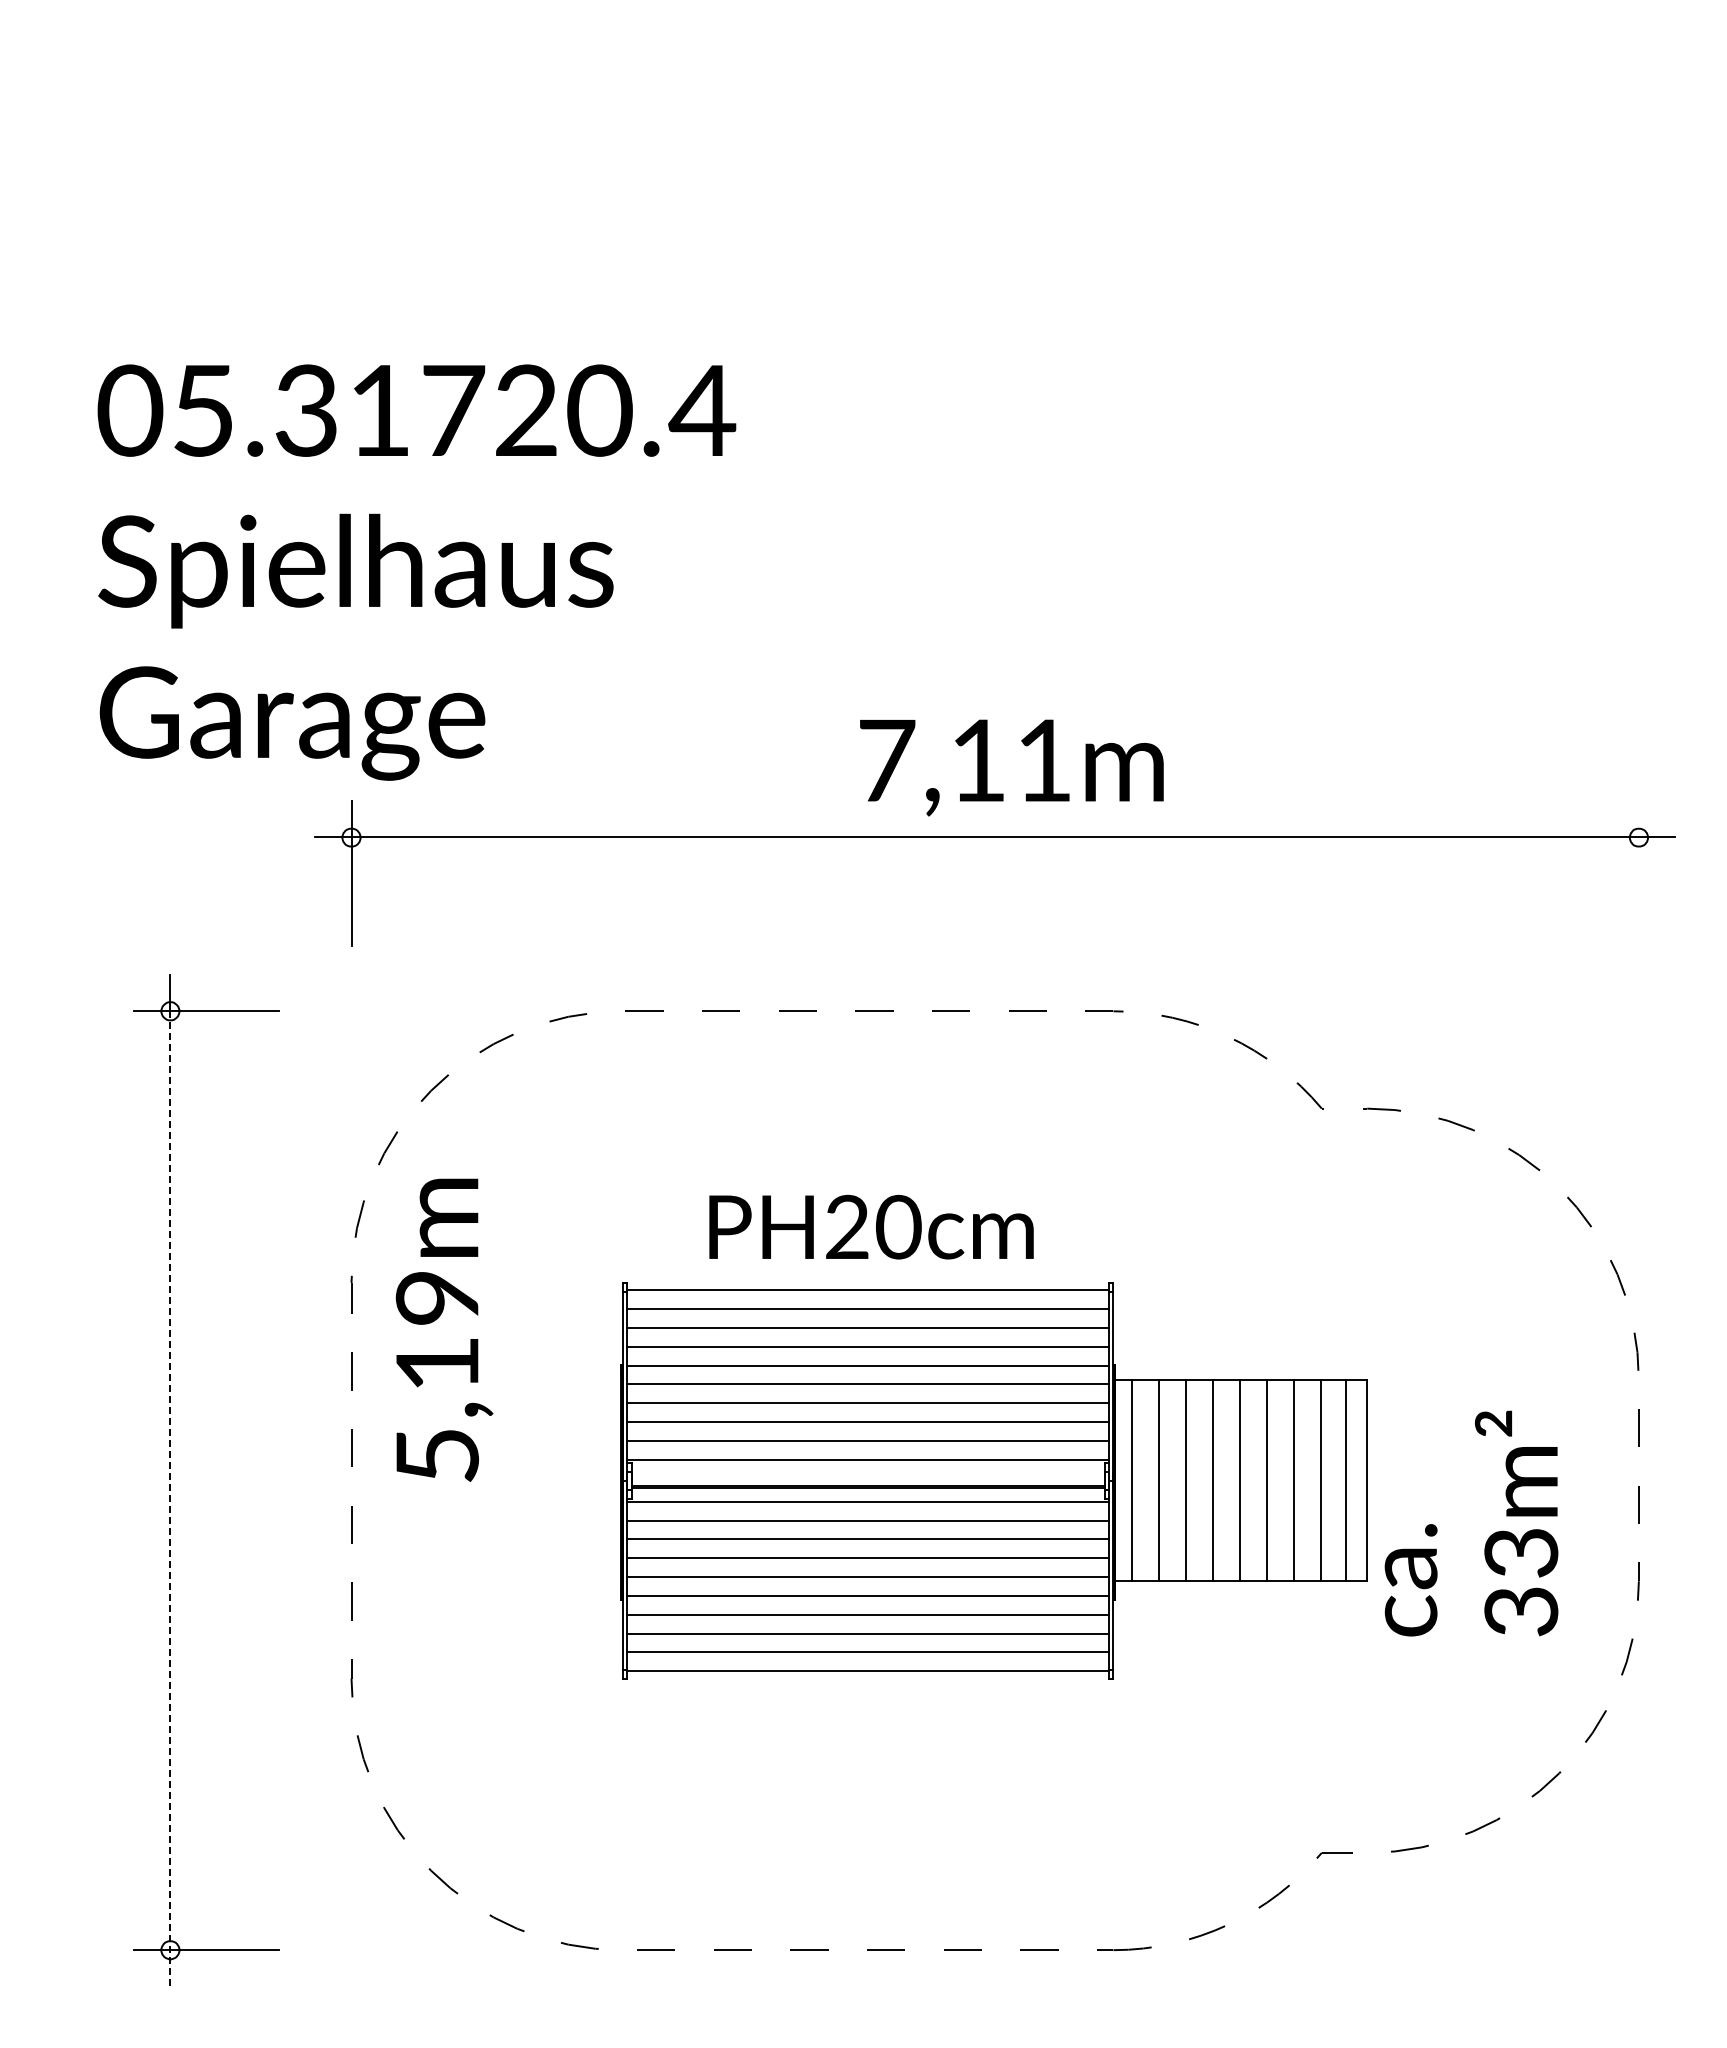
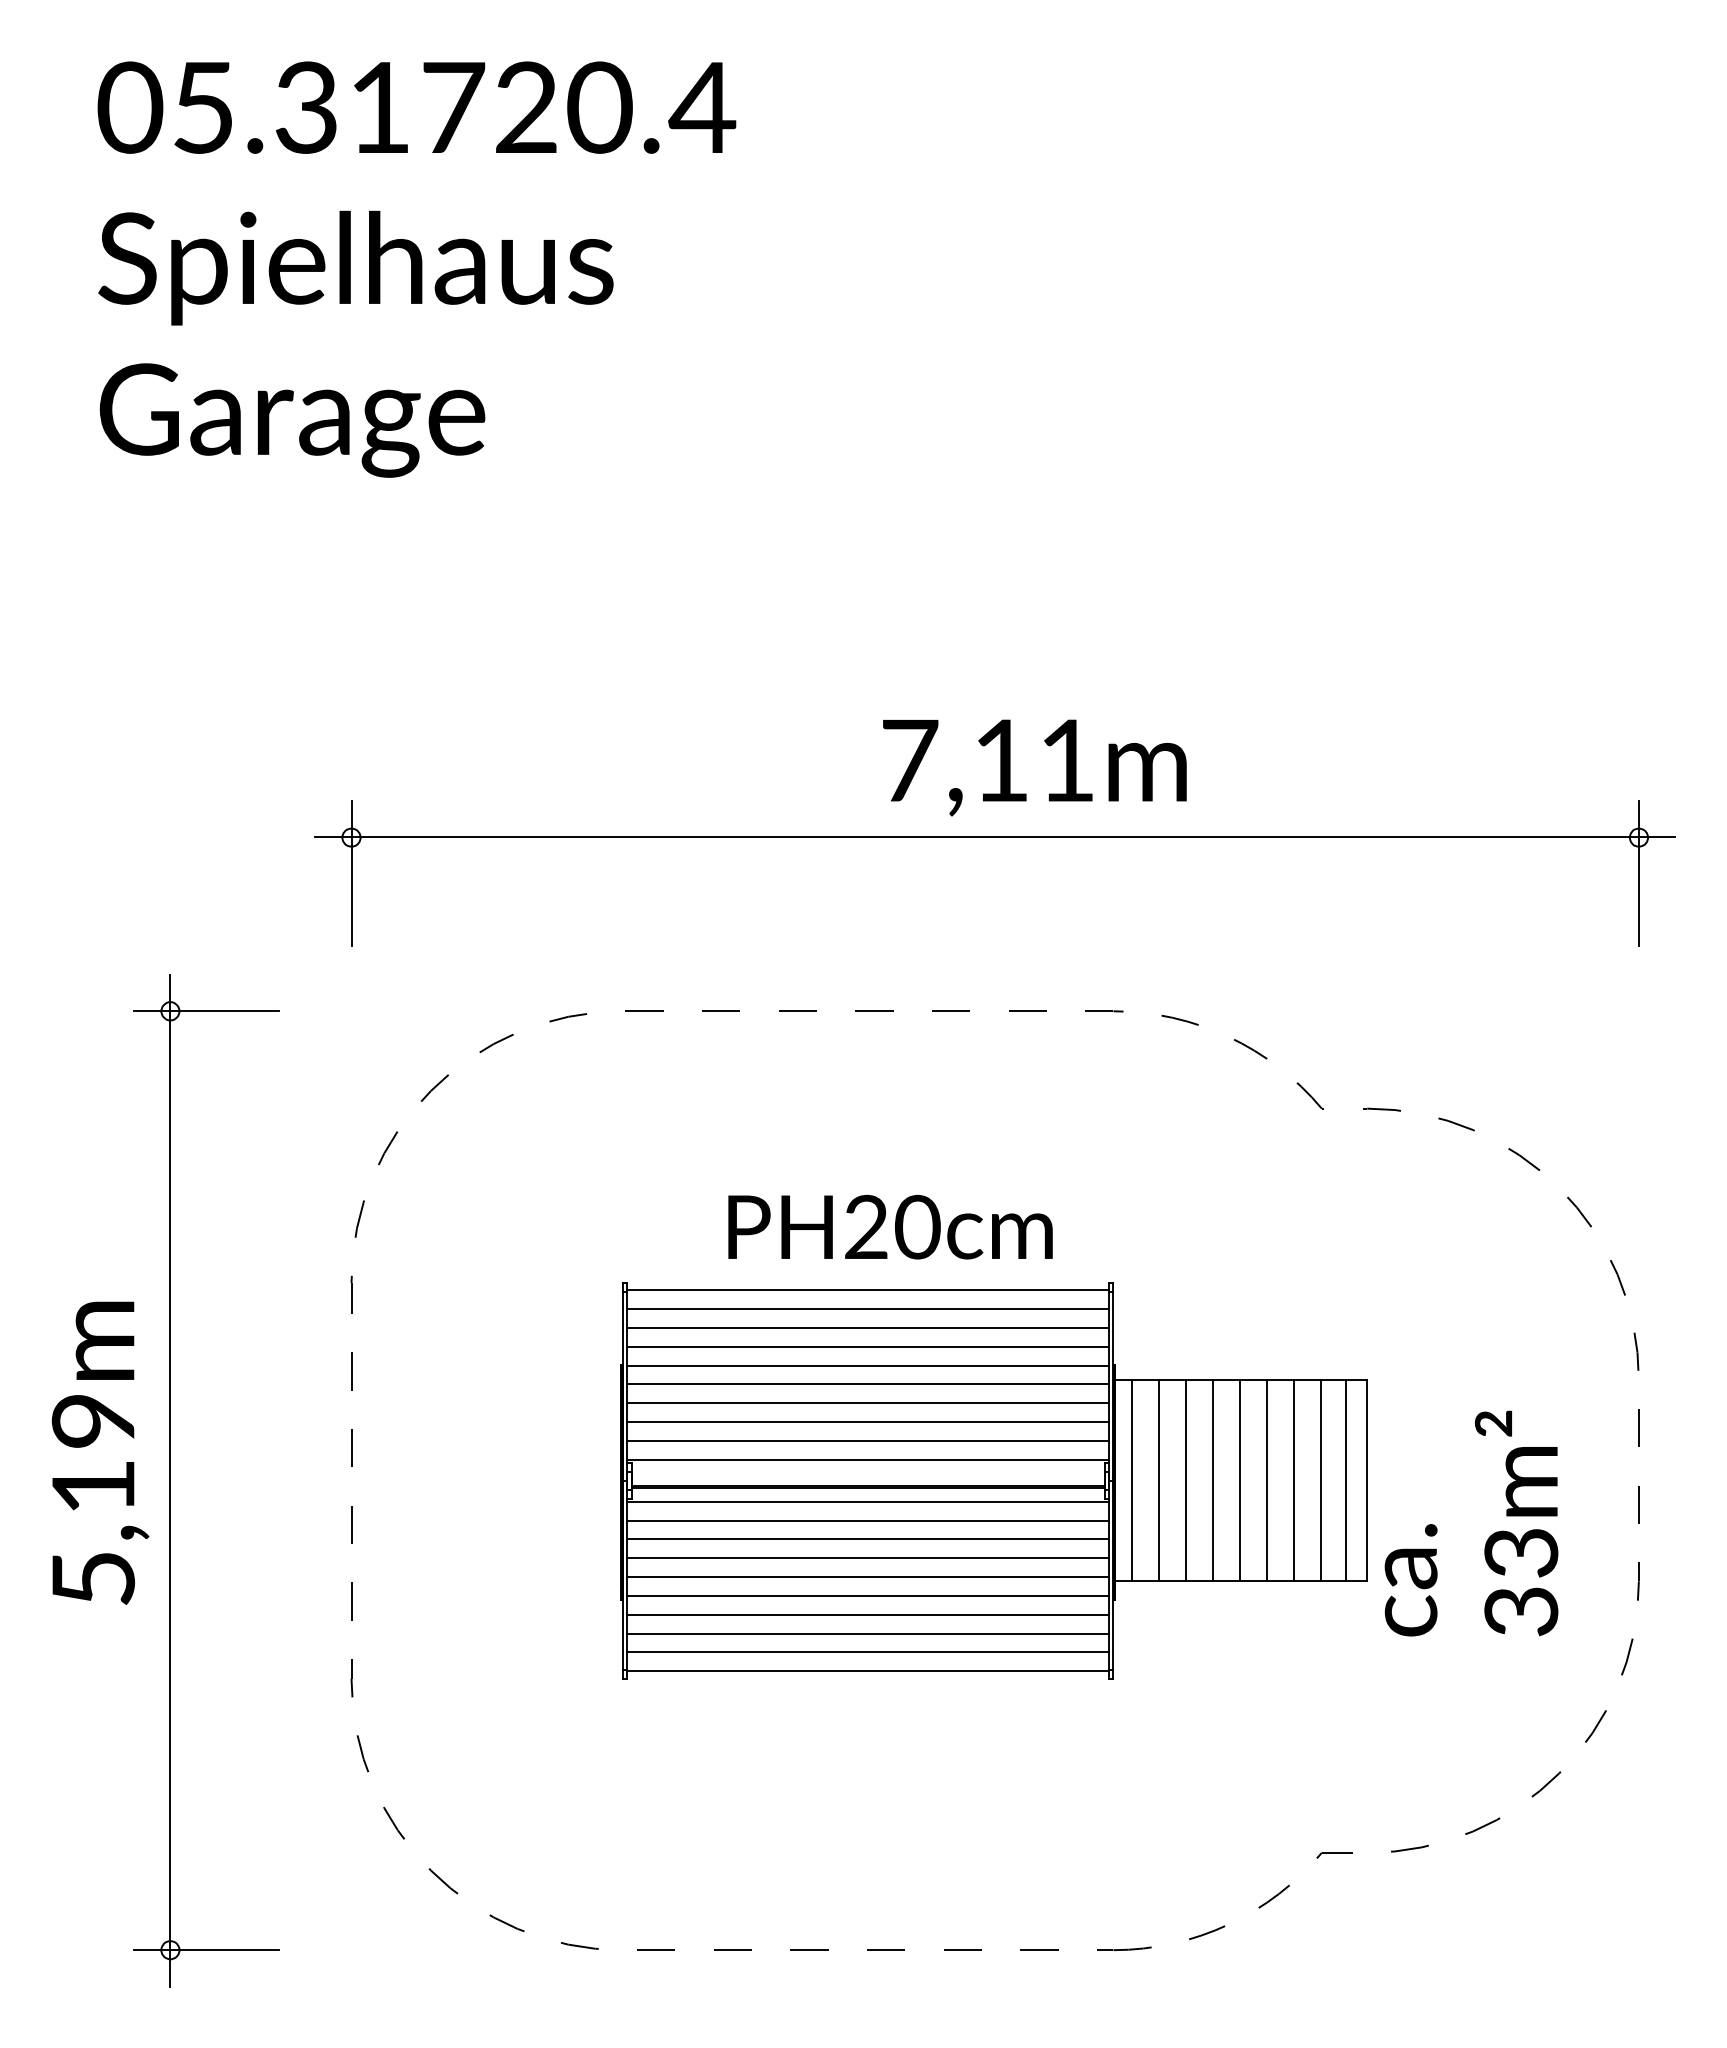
text at (416, 572) position: (416, 572) -> (416, 269)
text at (1011, 767) position: (1011, 767) -> (1034, 767)
line at (1638, 873): none -> present
text at (871, 1226) position: (871, 1226) -> (890, 1226)
text at (444, 1329) position: (444, 1329) -> (100, 1452)
line at (170, 1498): dashed -> solid
